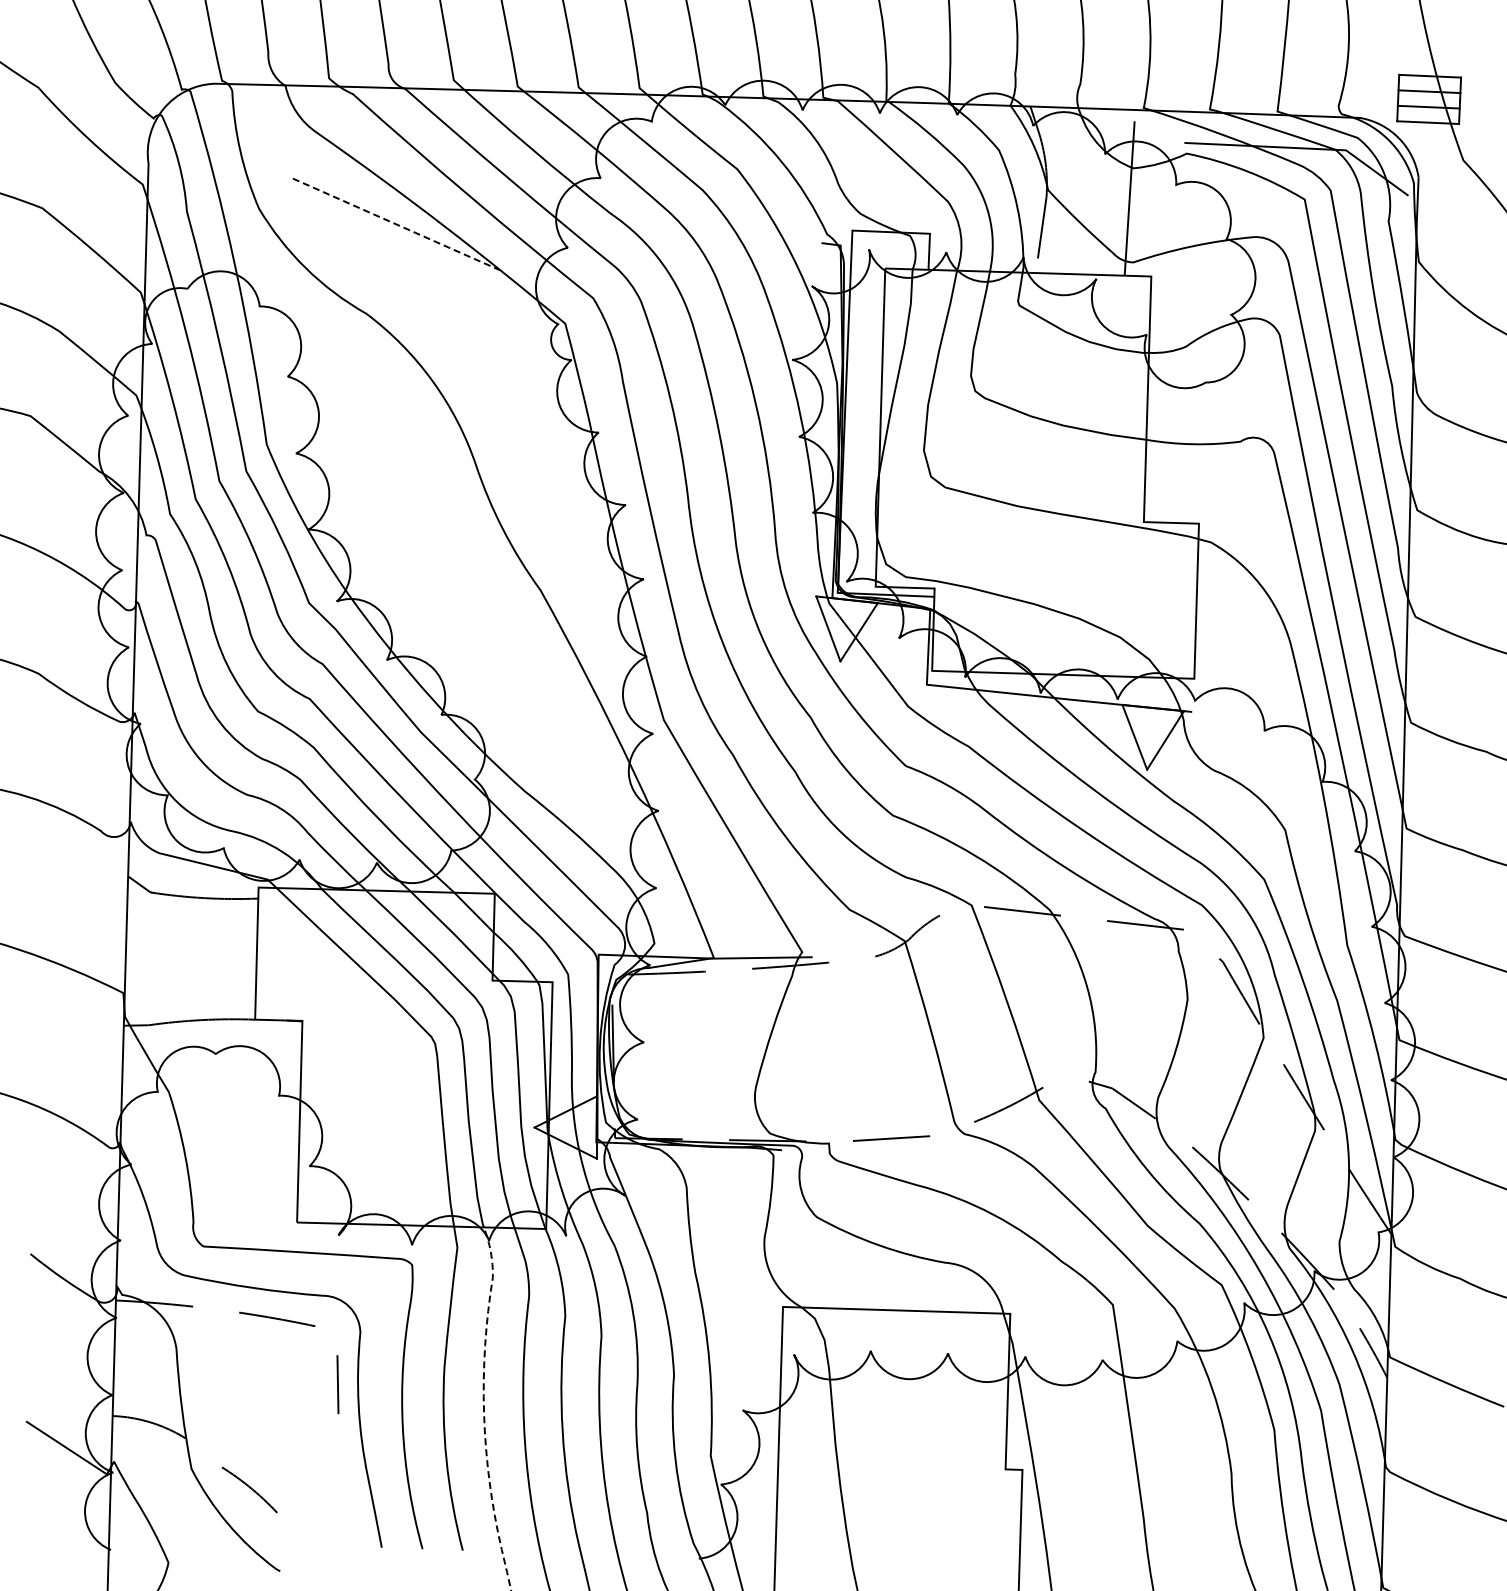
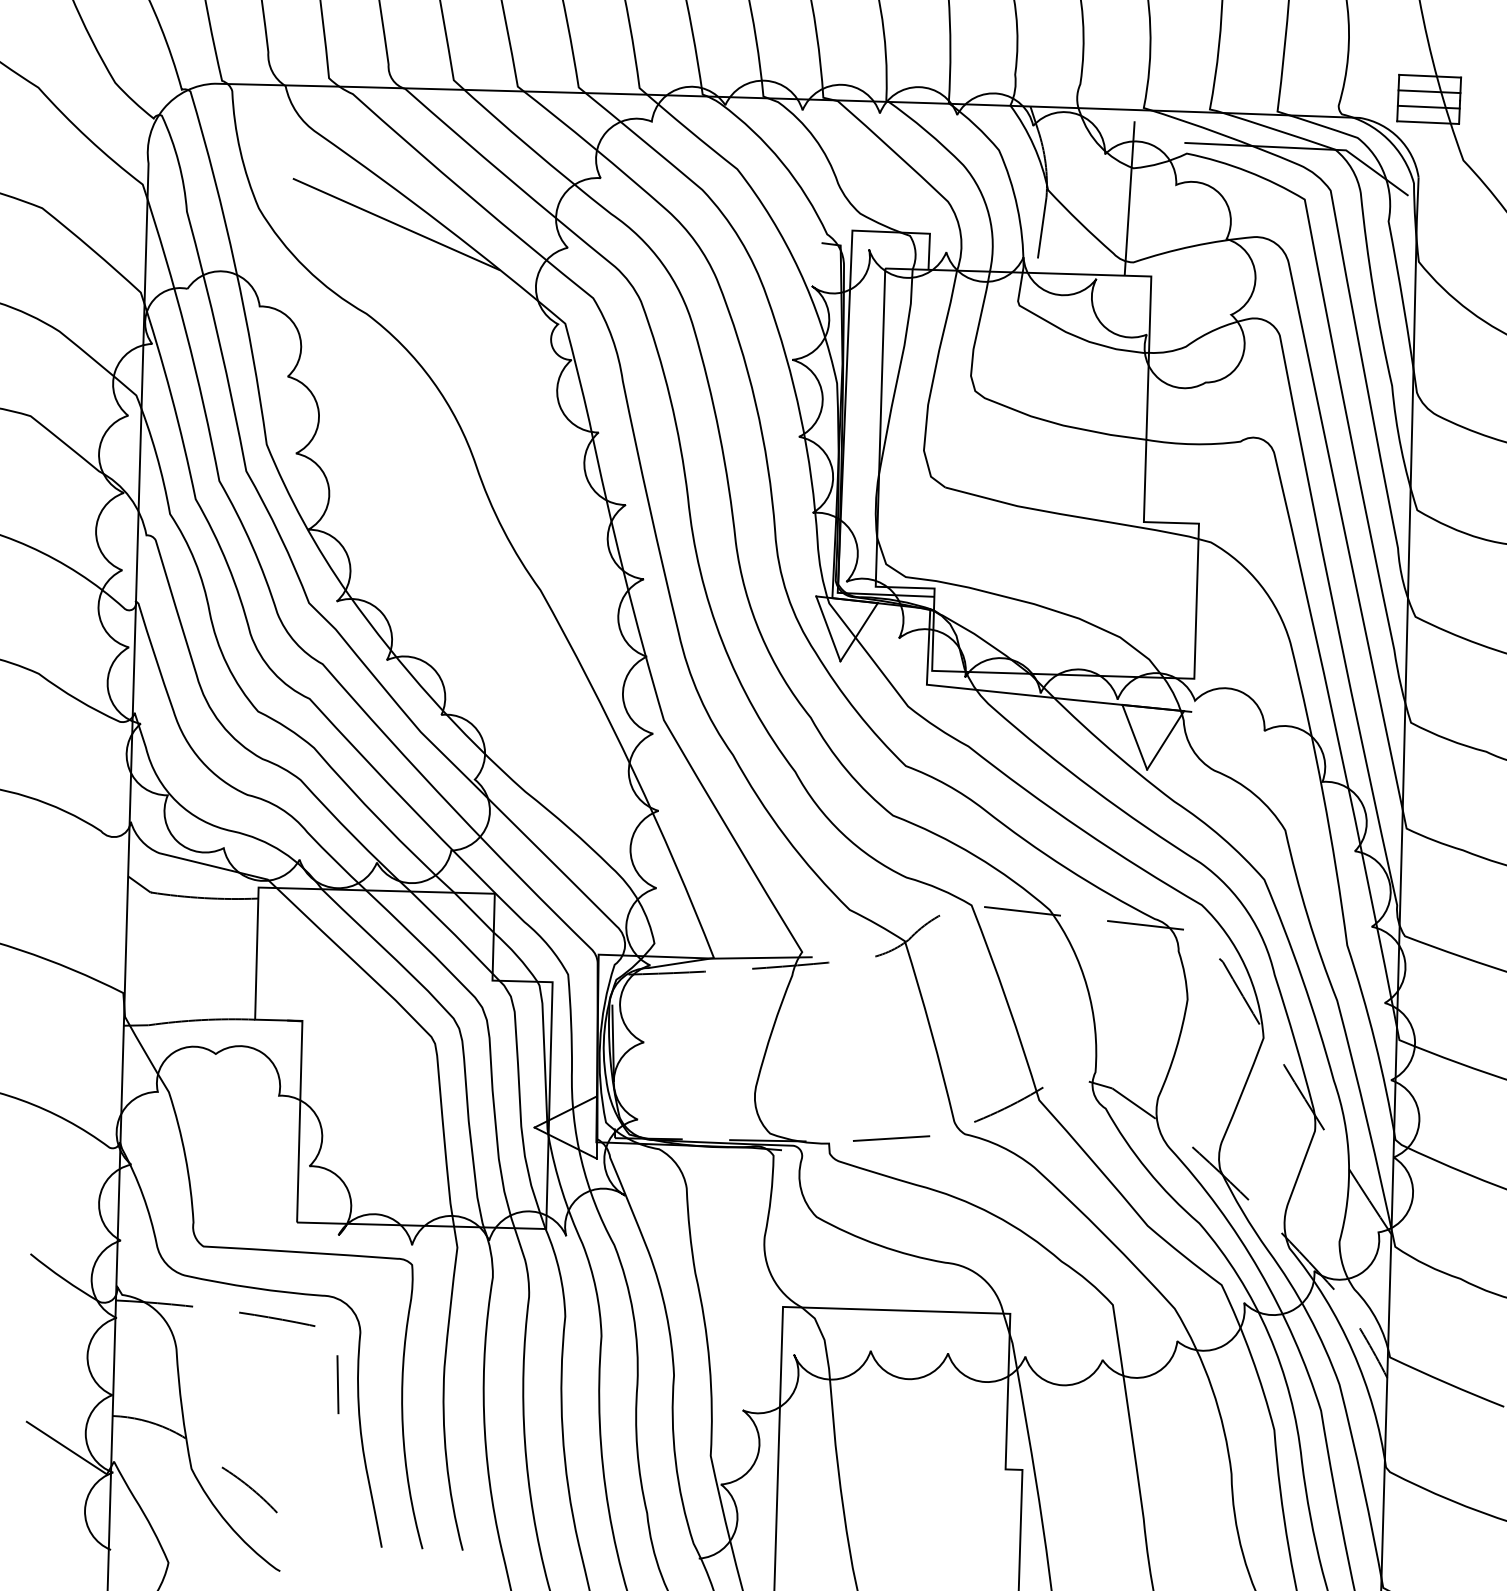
line at (396, 224): dashed -> solid
line at (484, 1408): dashed -> solid
